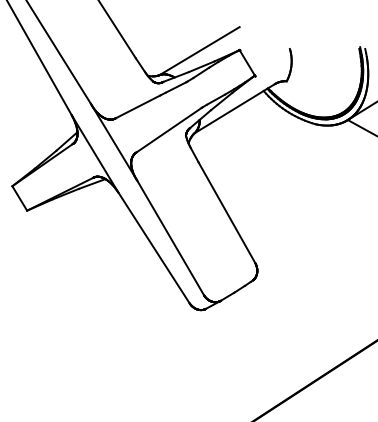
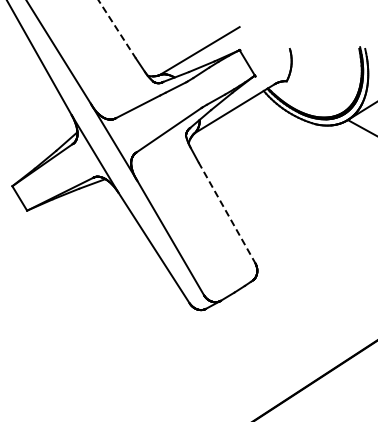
line at (117, 29): solid -> dashed
line at (226, 212): solid -> dashed
